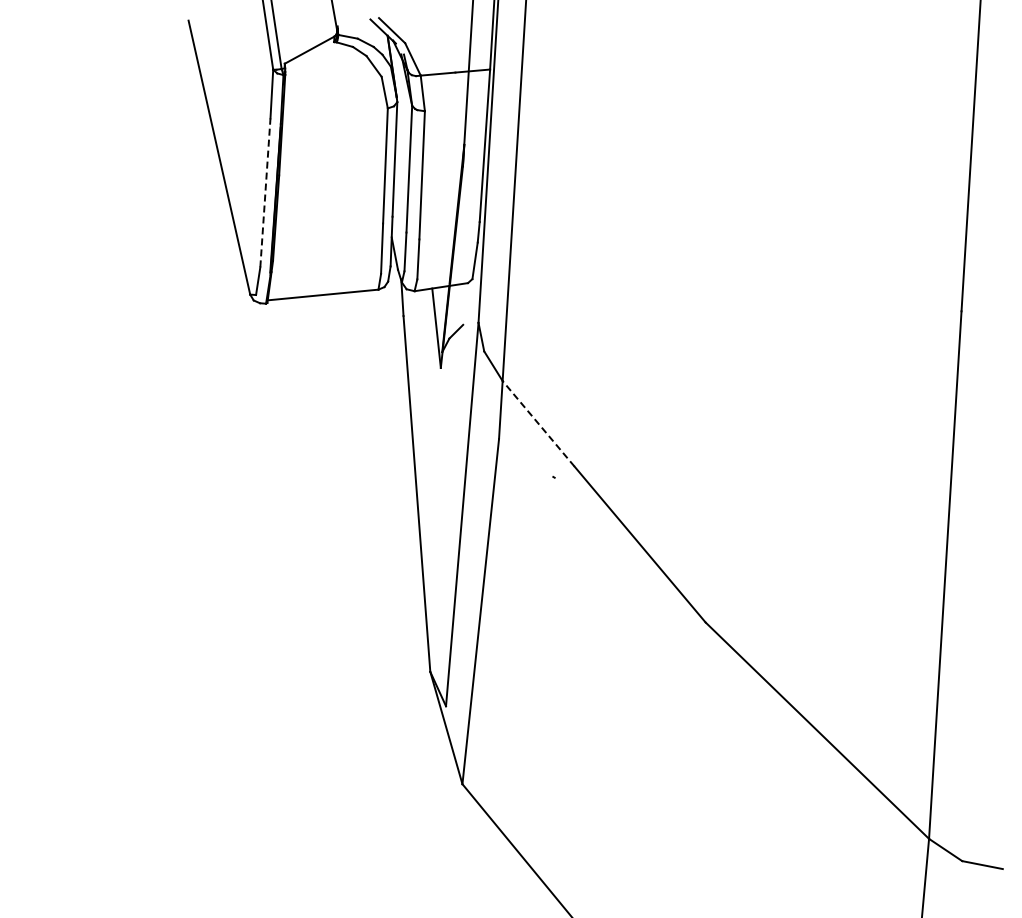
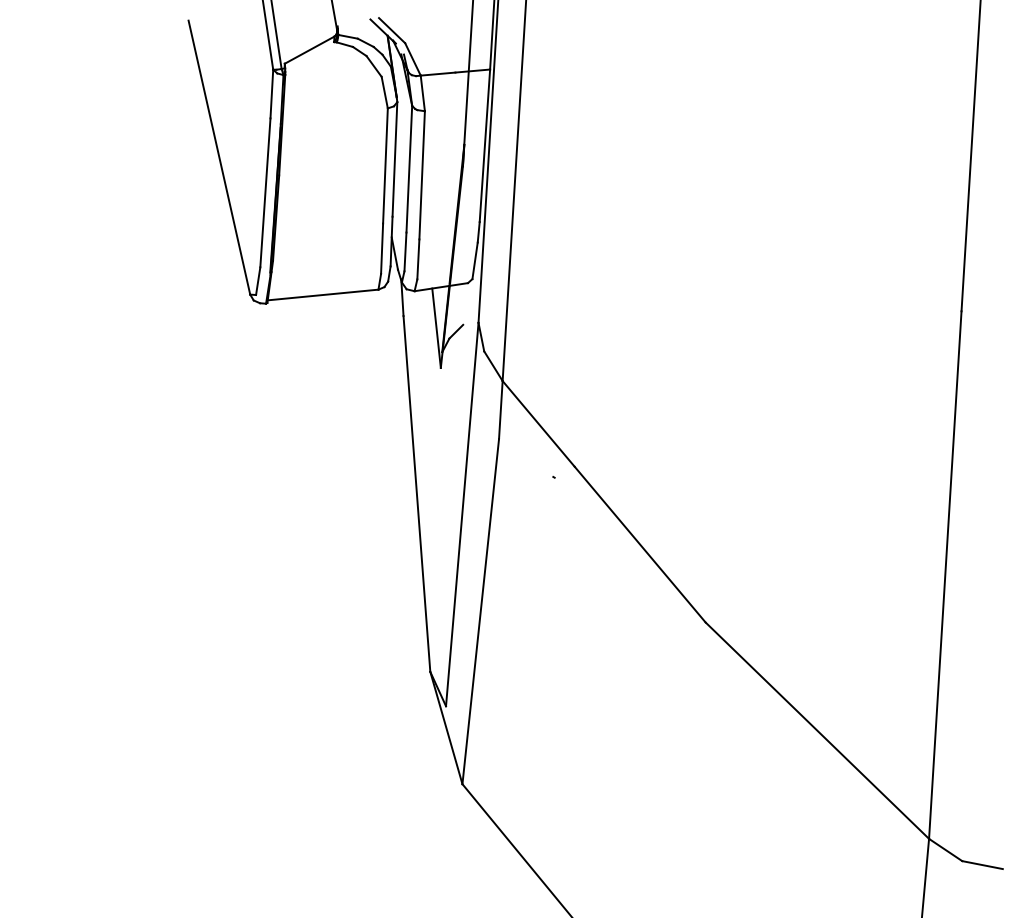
line at (265, 192): dashed -> solid
line at (538, 423): dashed -> solid
